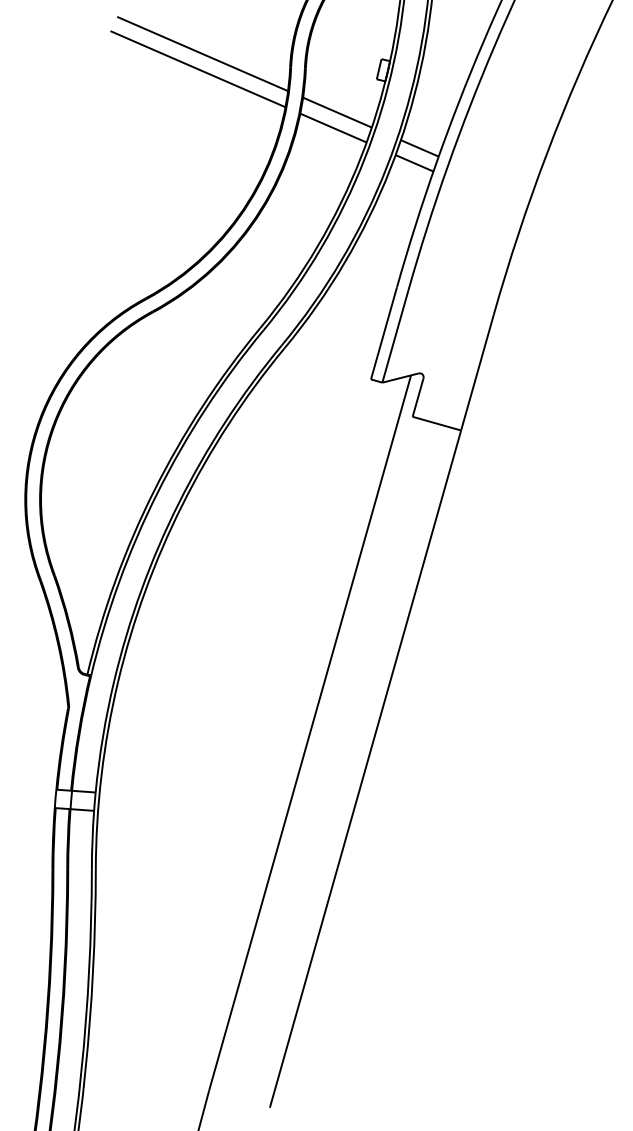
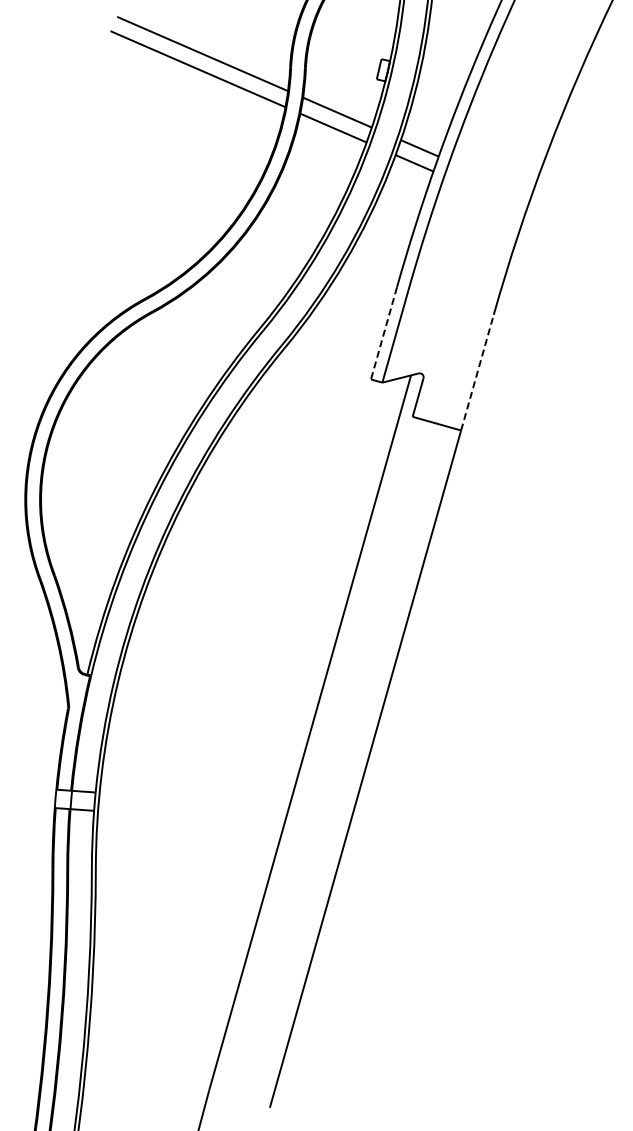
line at (383, 333): solid -> dashed
line at (477, 372): solid -> dashed
